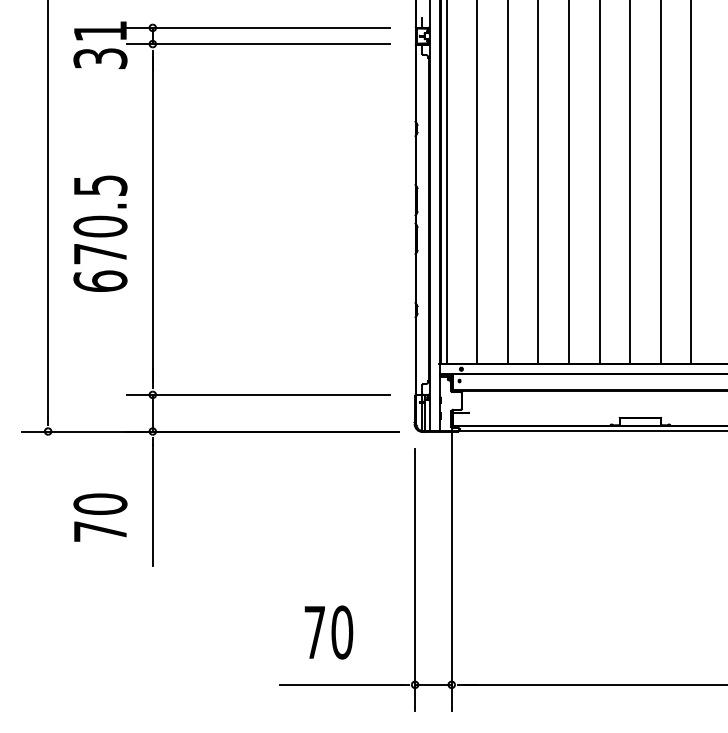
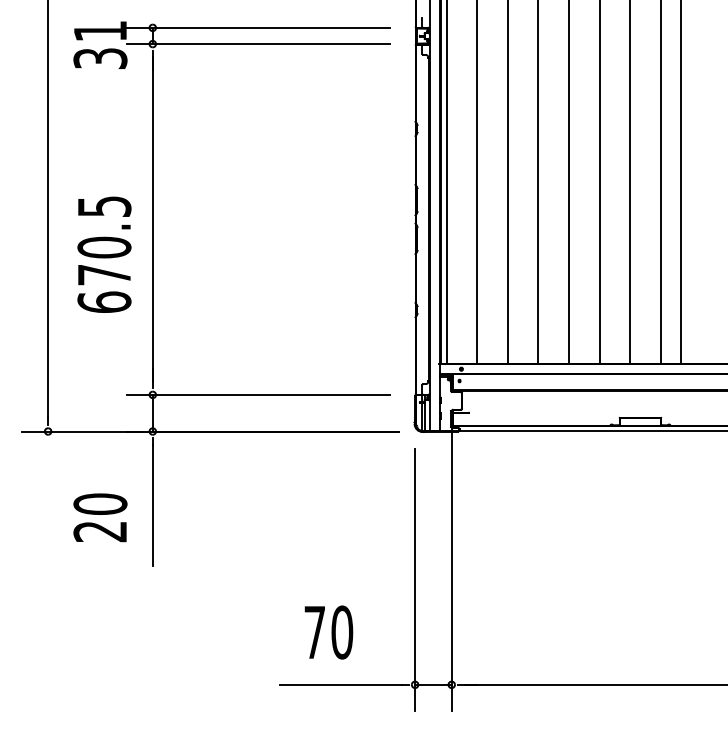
line at (691, 182) position: (691, 182) -> (681, 182)
text at (100, 233) position: (100, 233) -> (104, 254)
text at (99, 531): 70 -> 20
